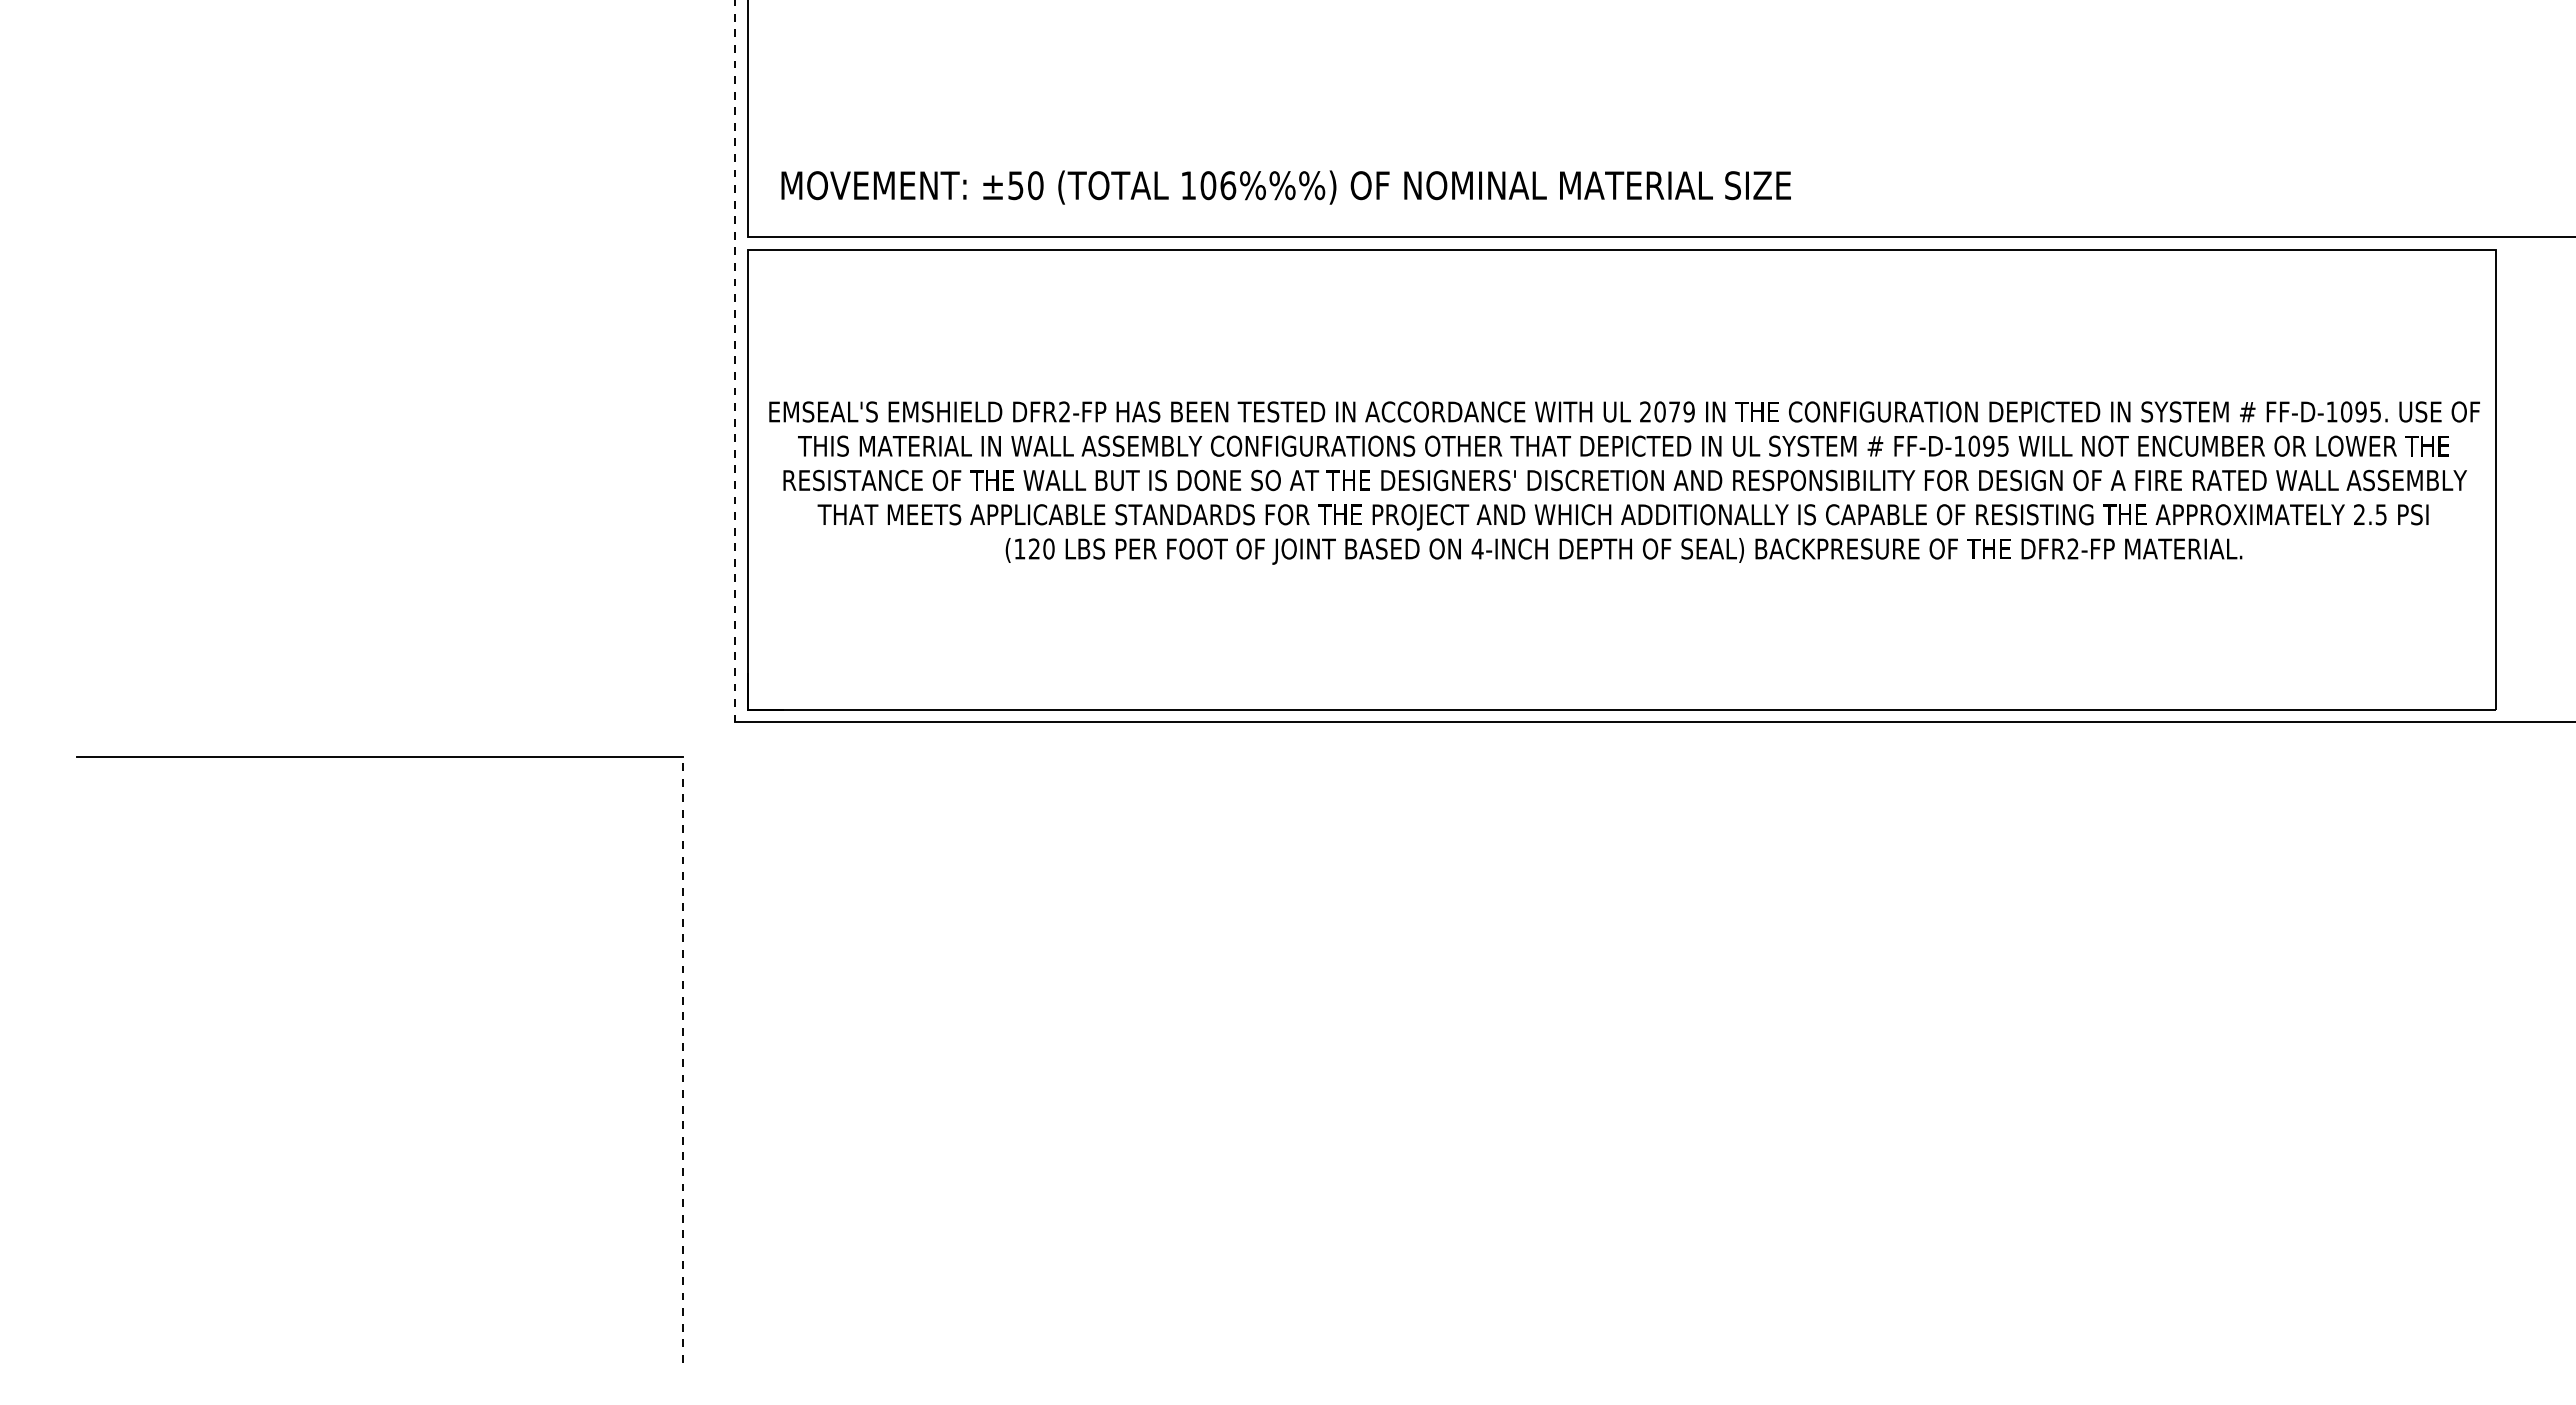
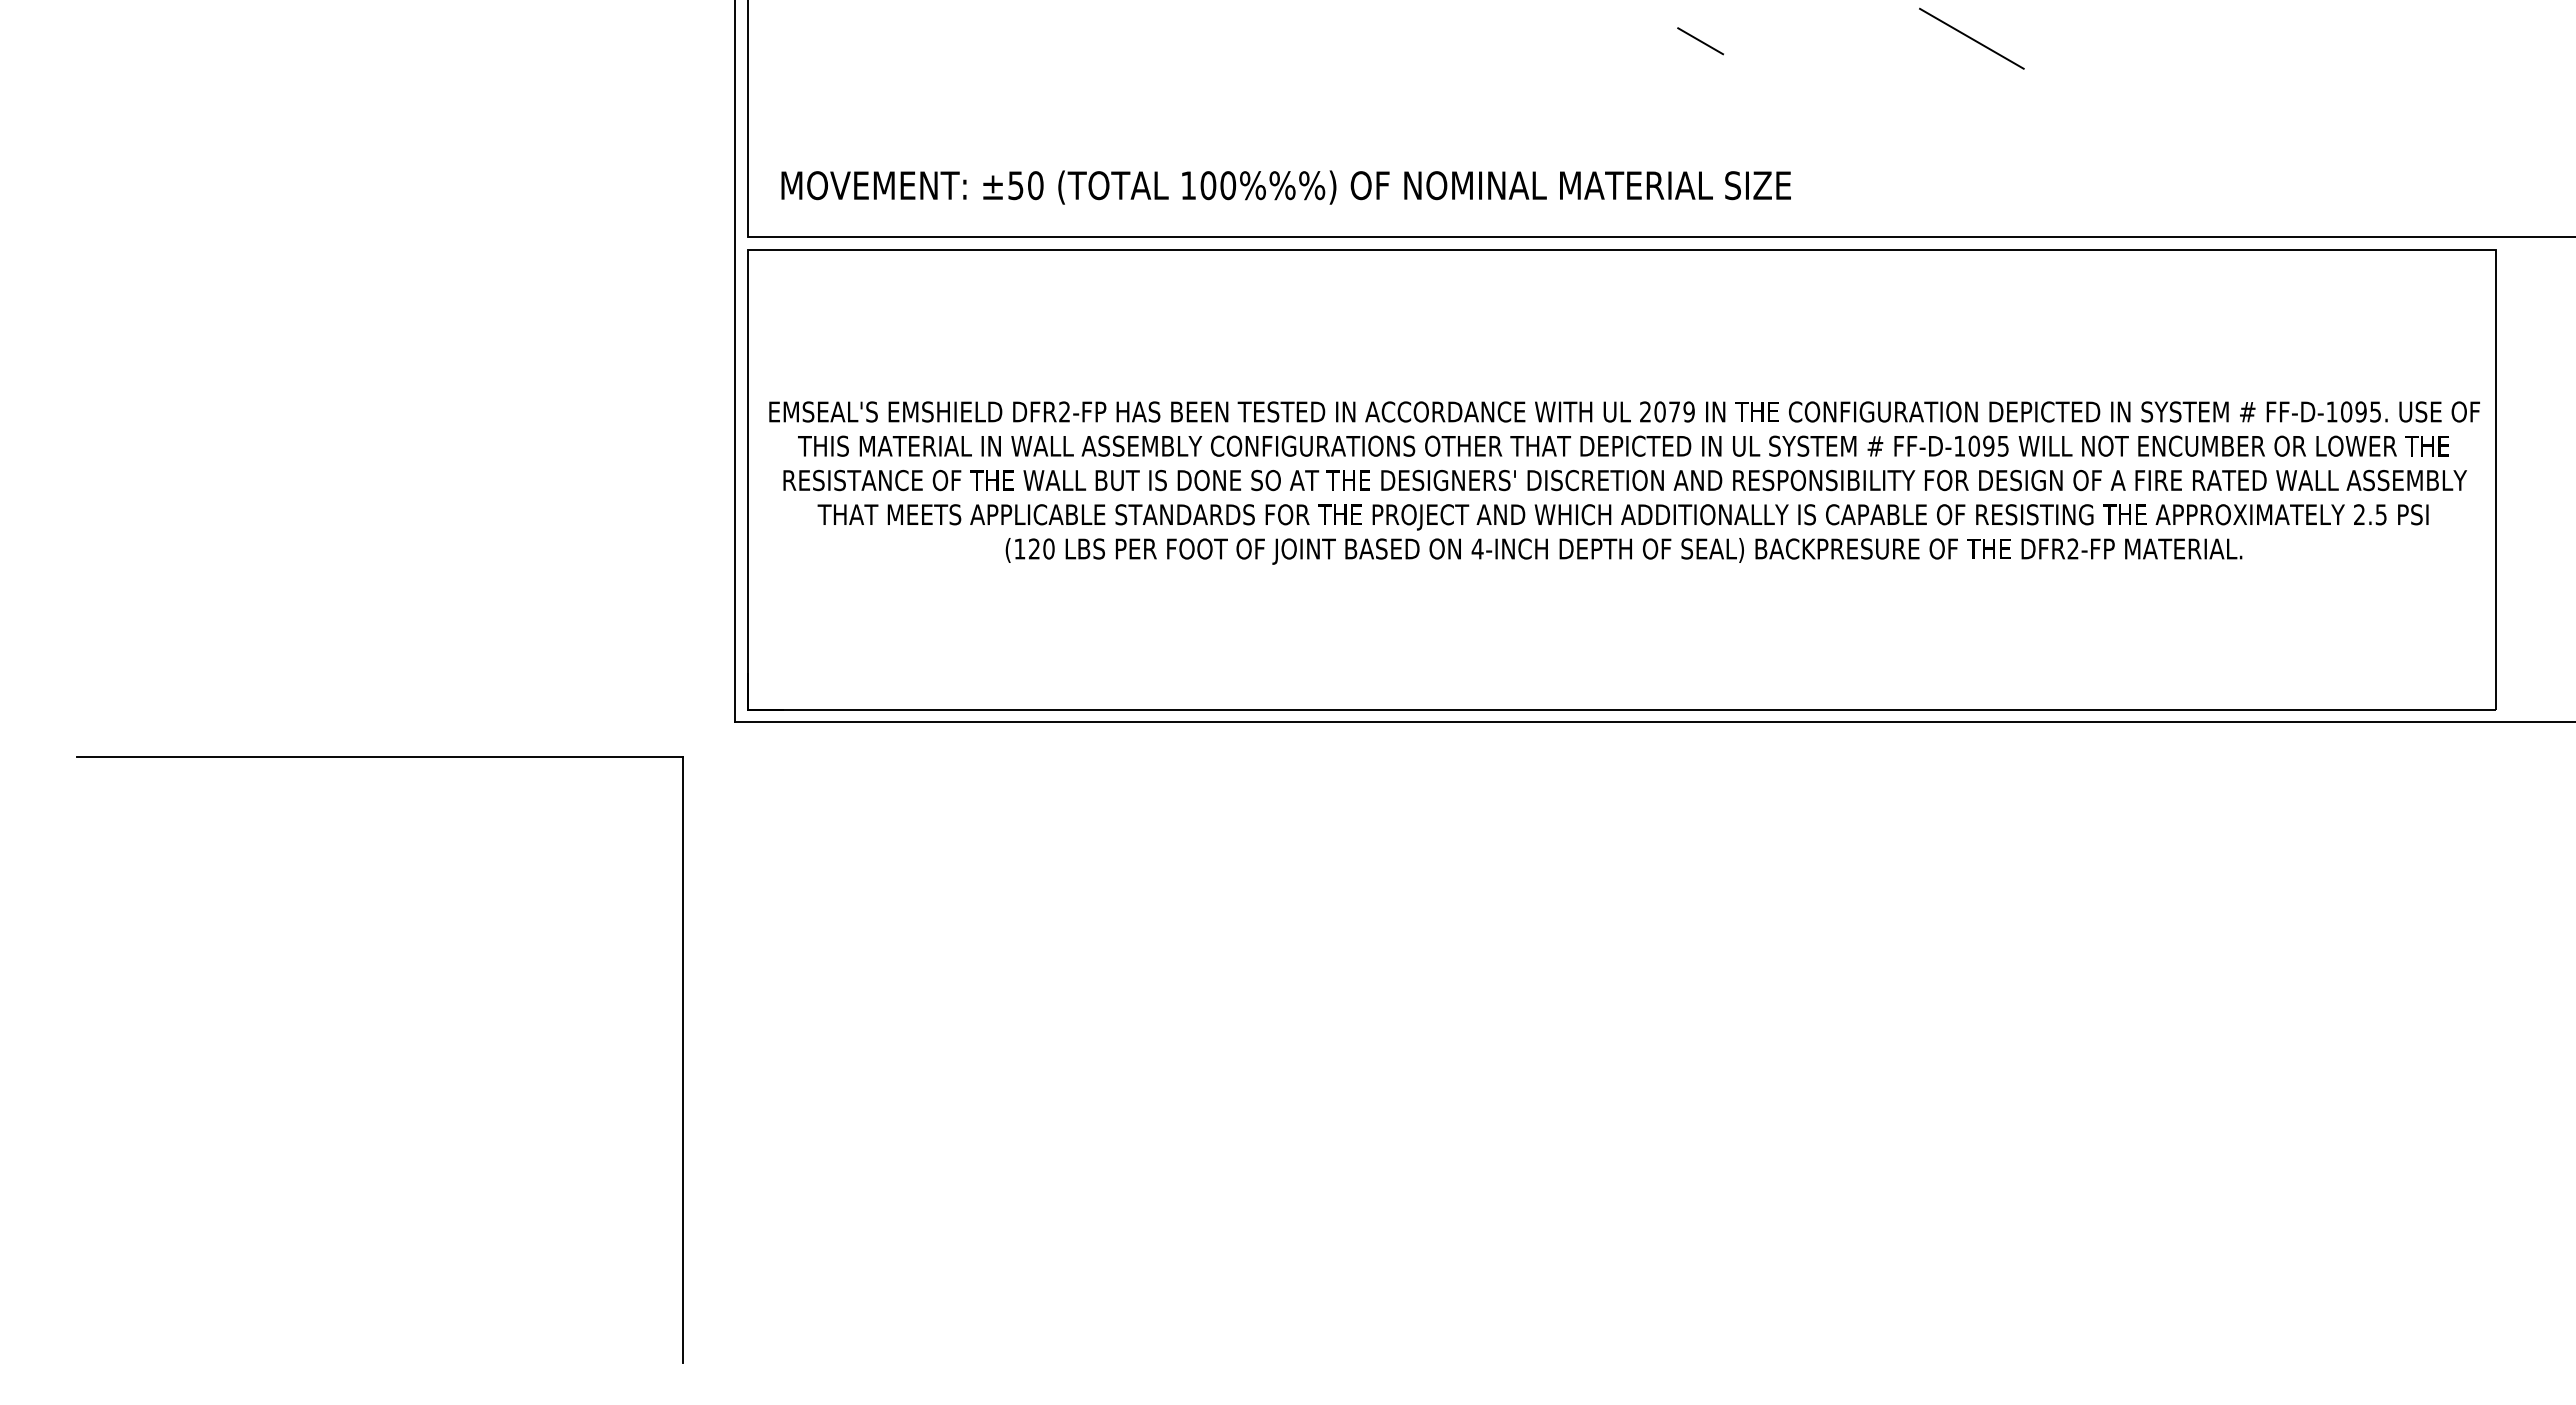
line at (1966, 35): none -> present
line at (1700, 41): none -> present
text at (1228, 185): 106%%%) -> 100%%%)
line at (734, 361): dashed -> solid
line at (682, 1059): dashed -> solid
